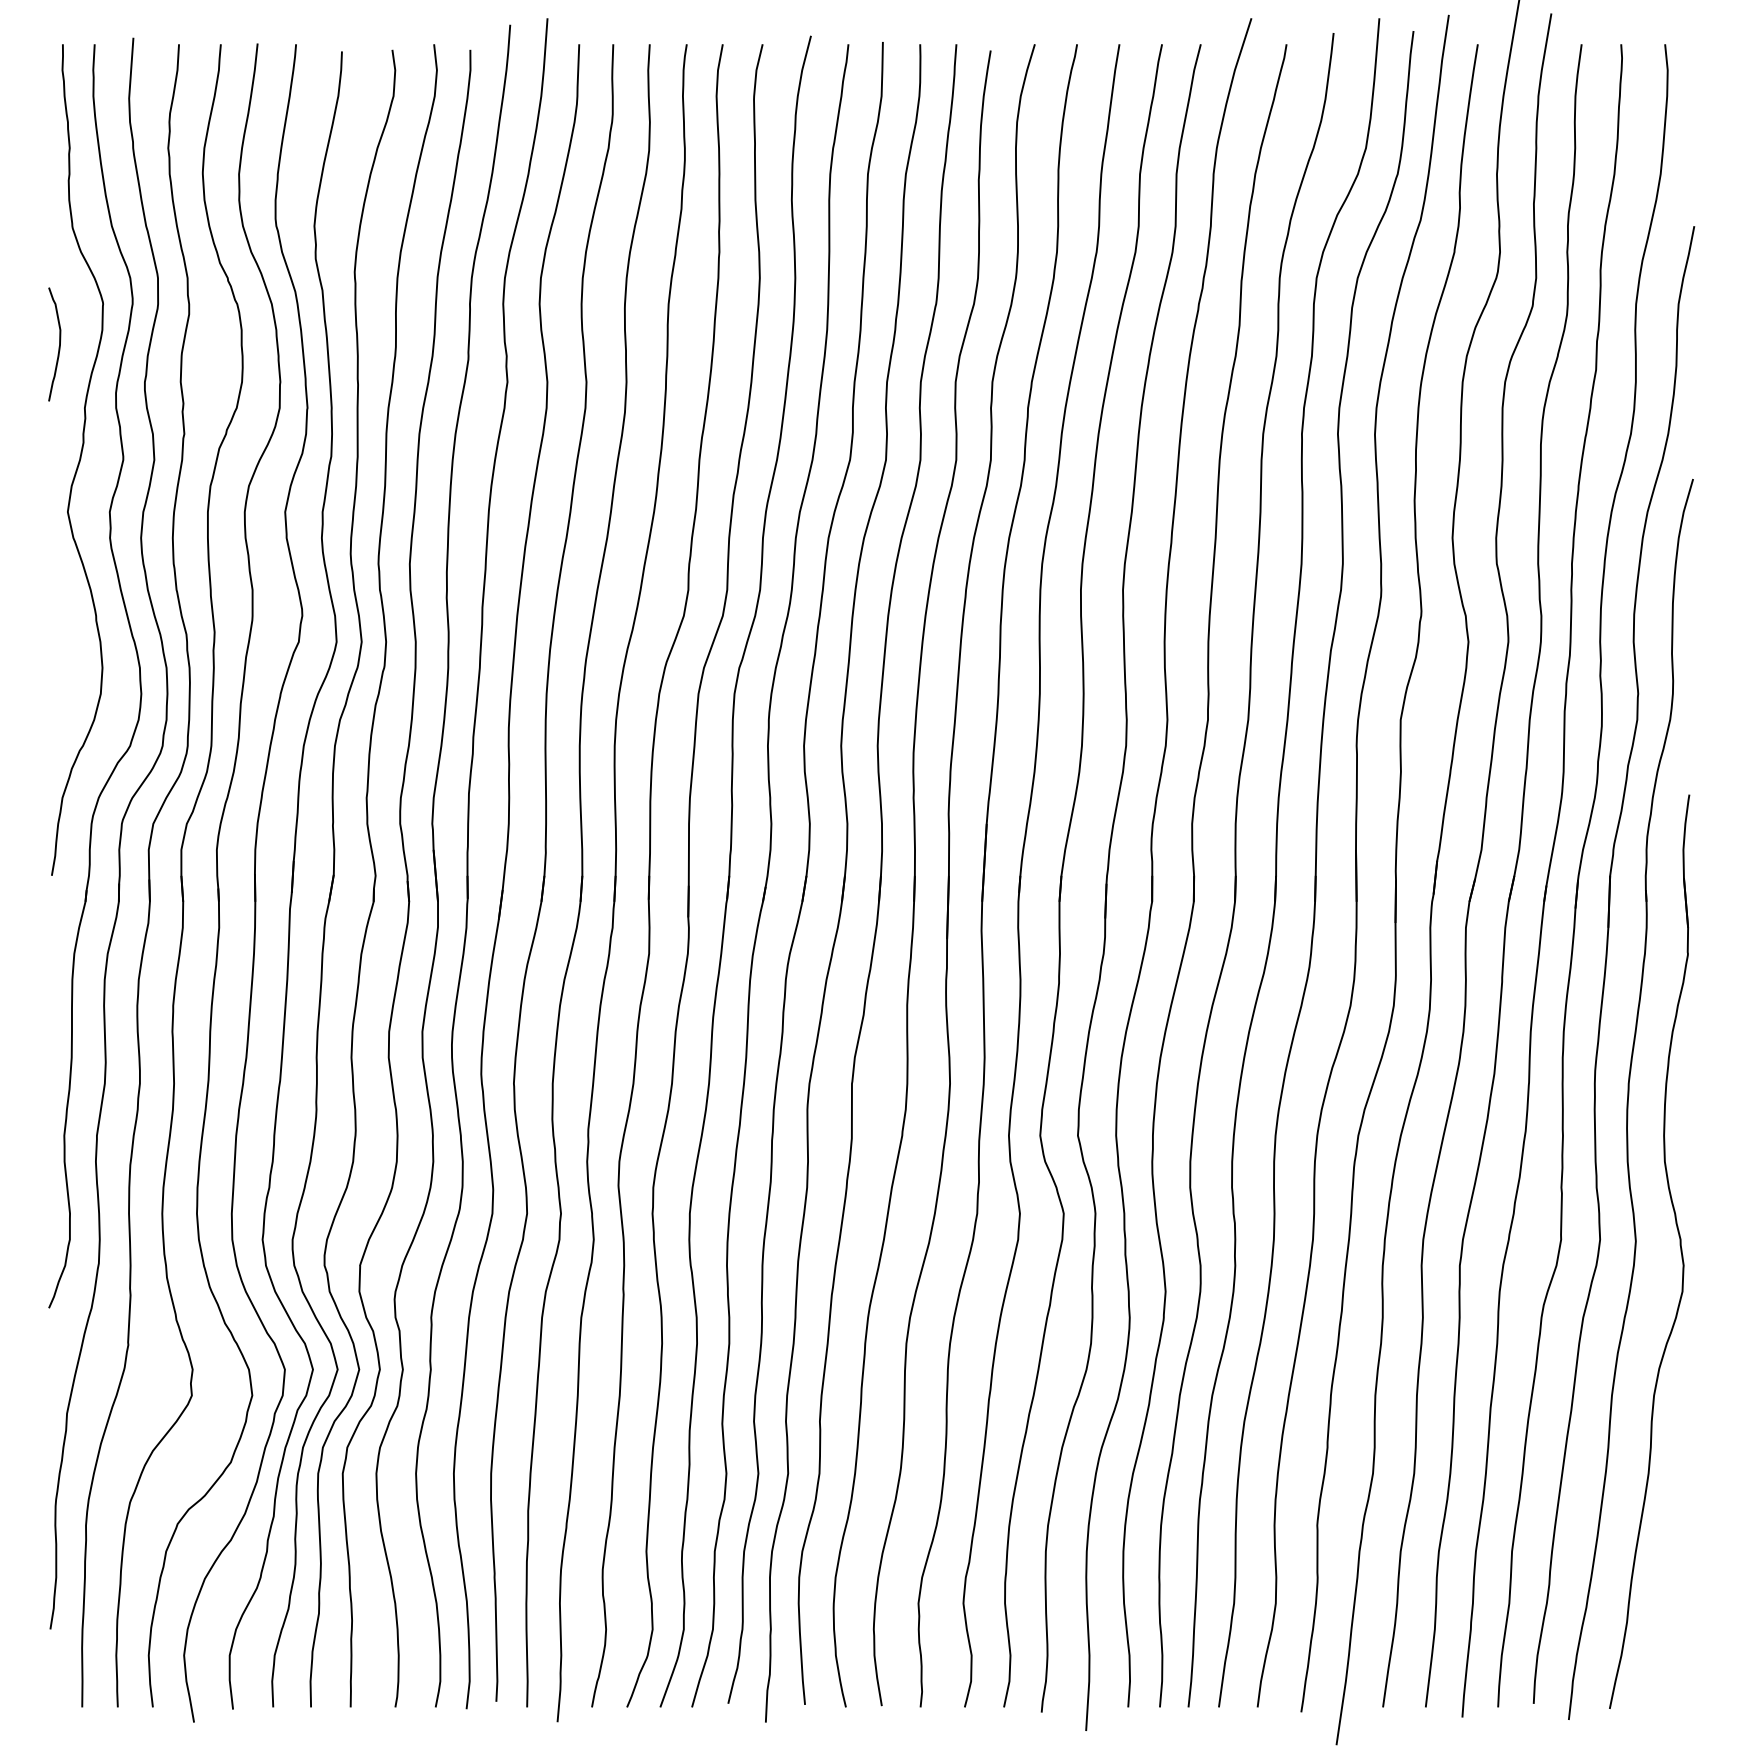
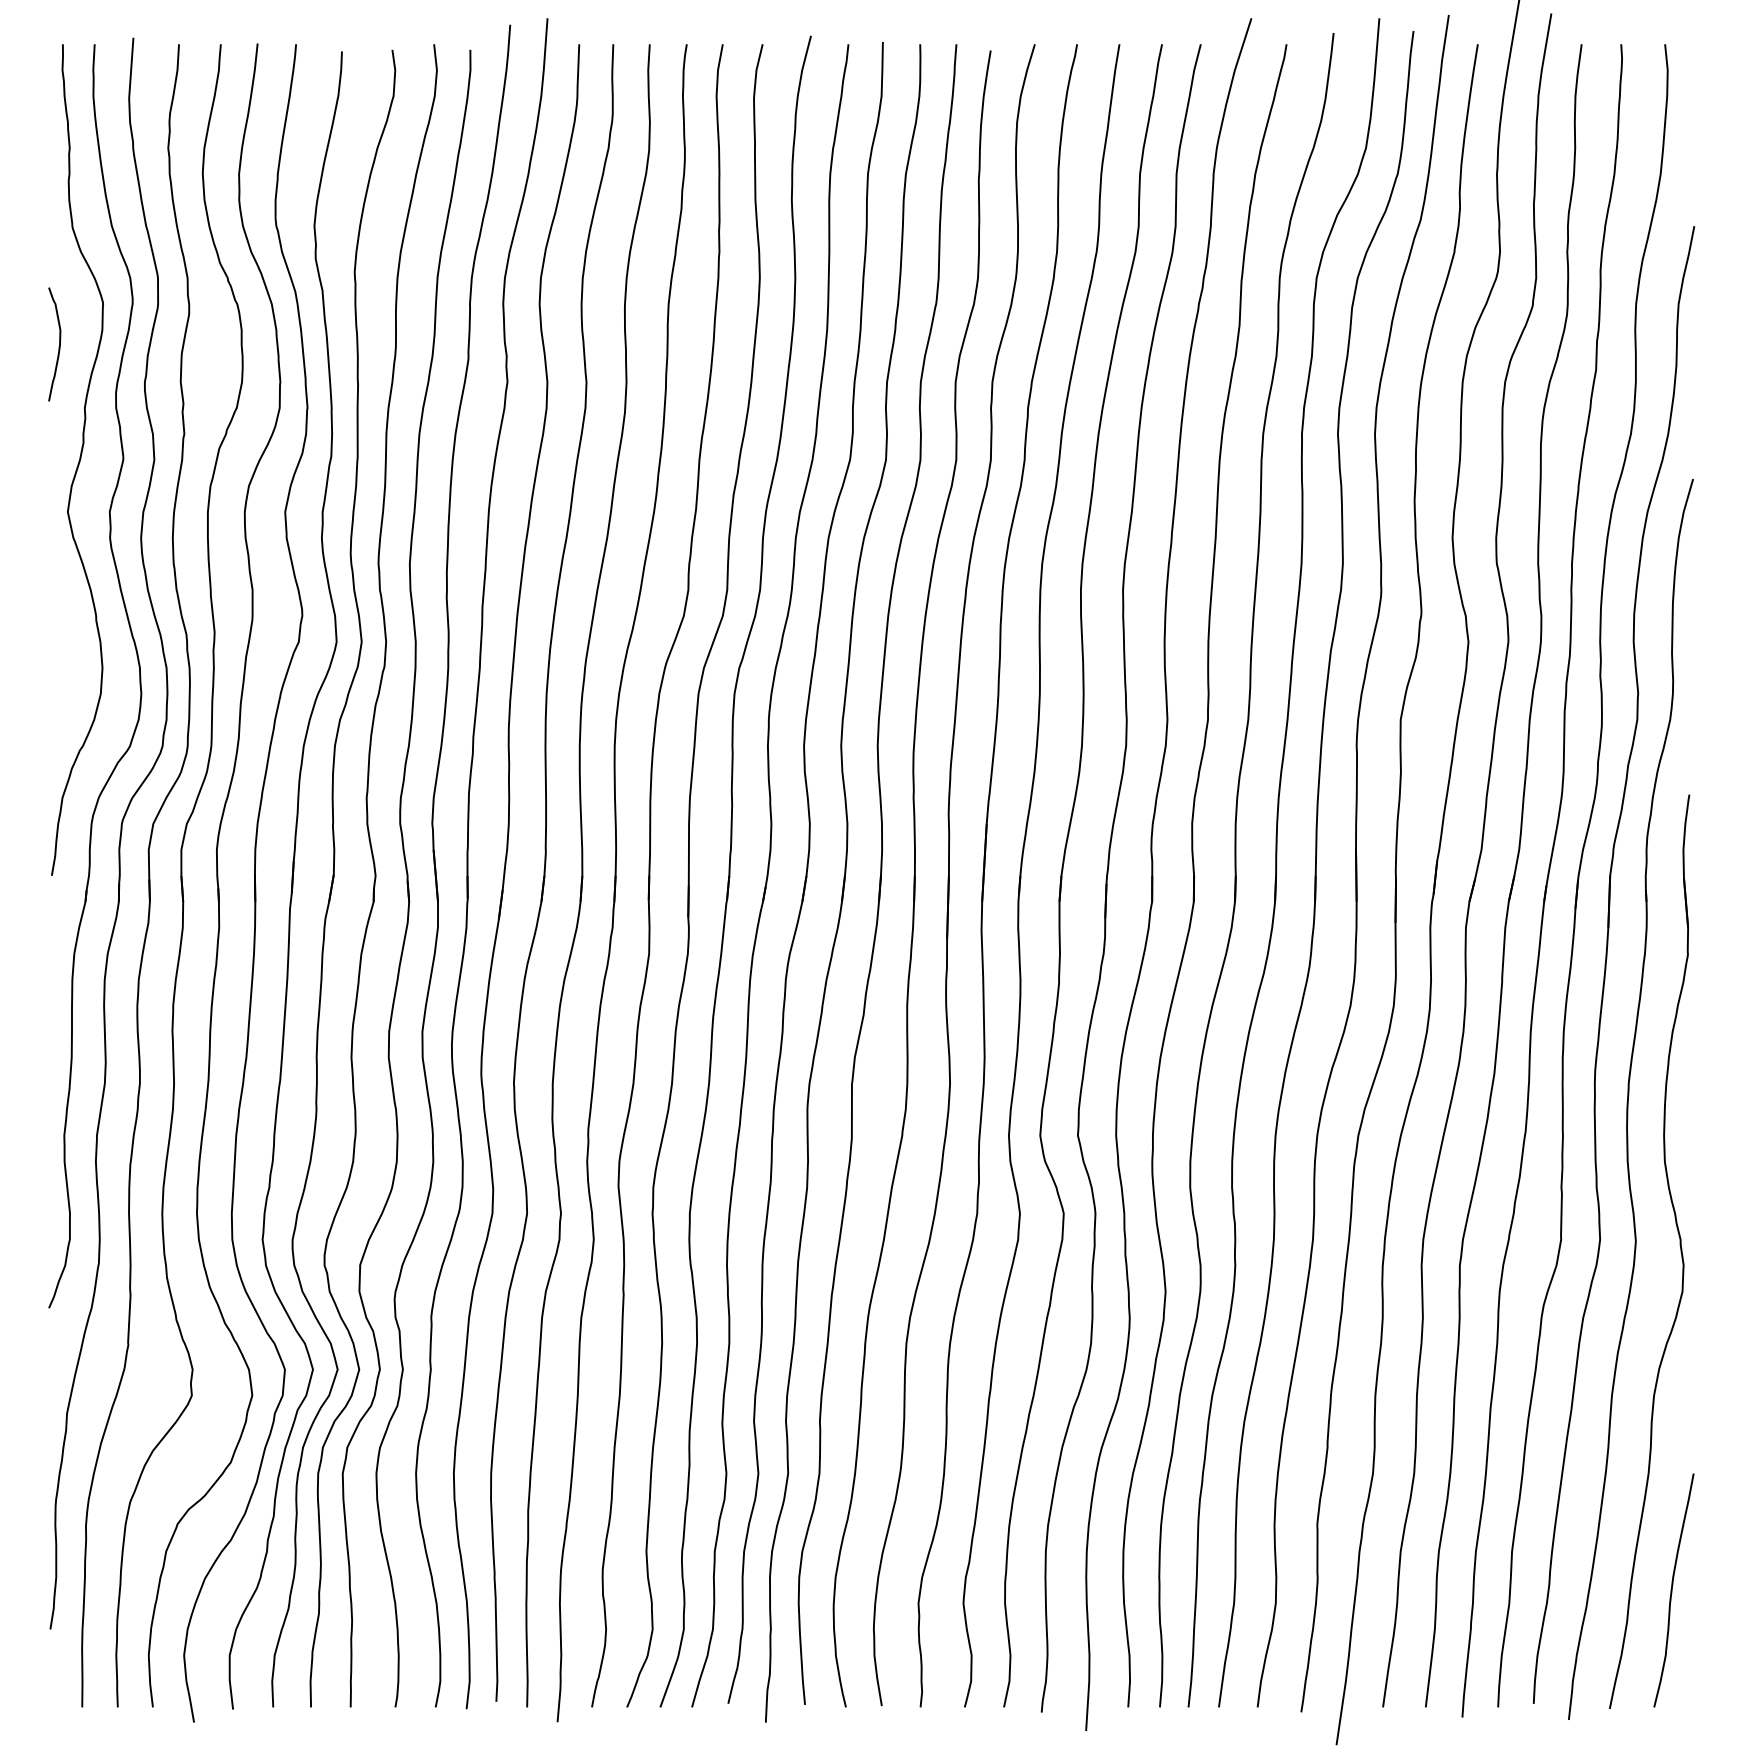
curve at (1672, 1590): none -> present
